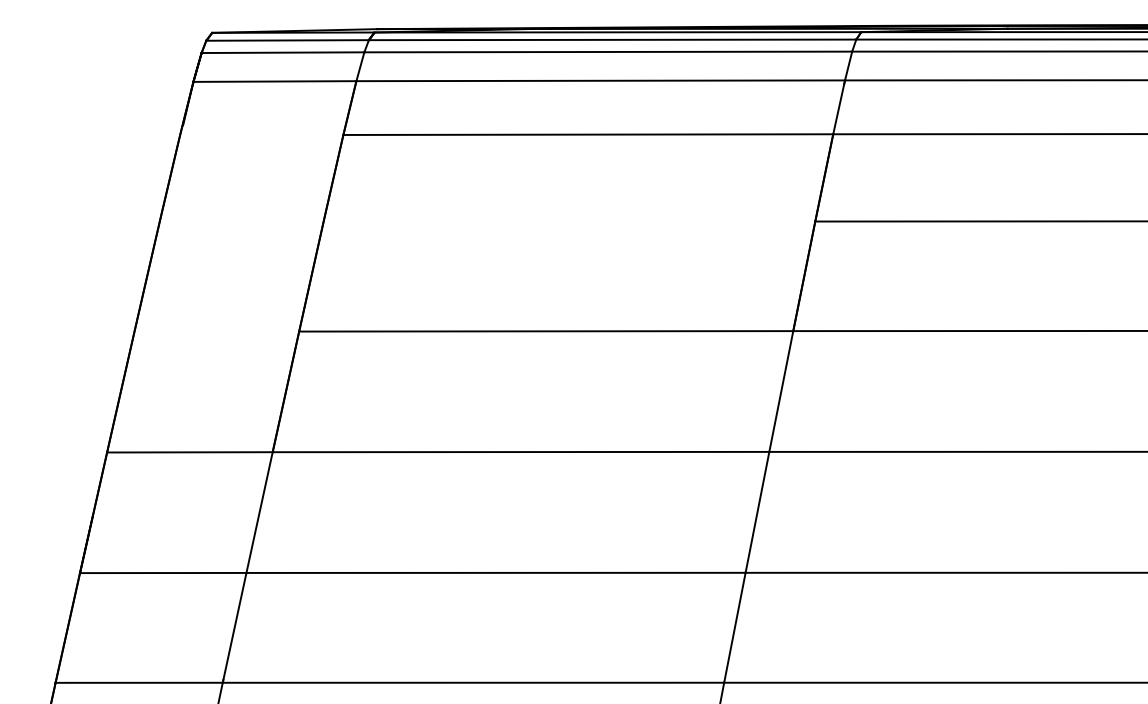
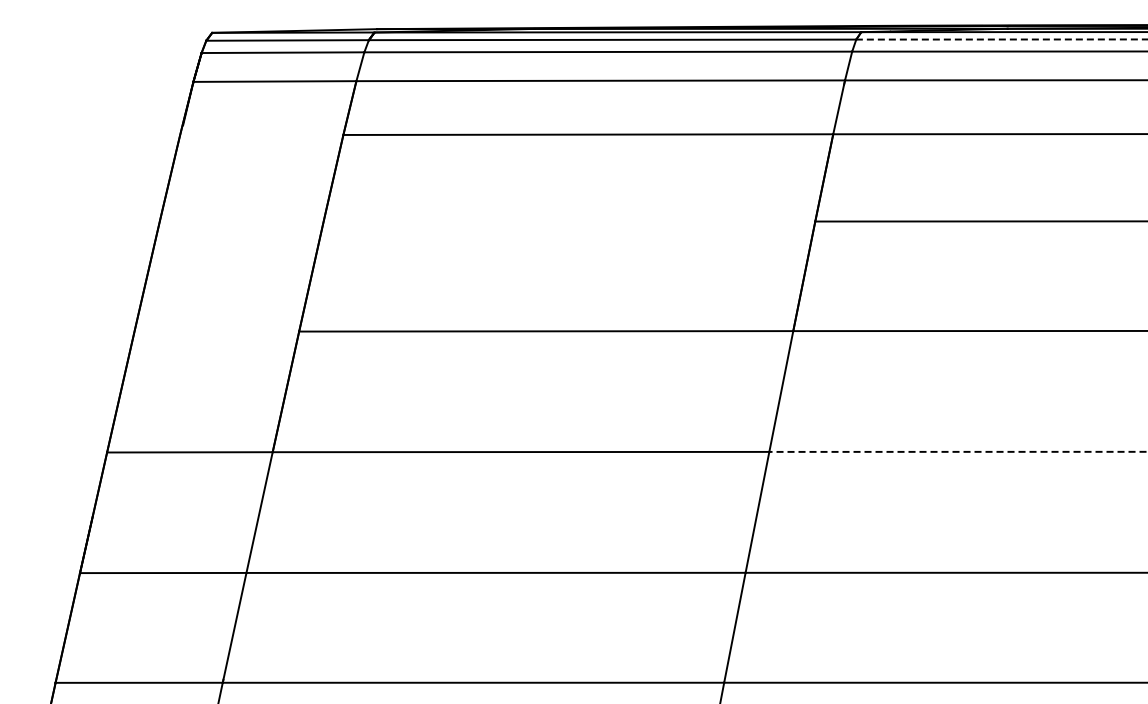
line at (1001, 39): solid -> dashed
line at (958, 451): solid -> dashed
